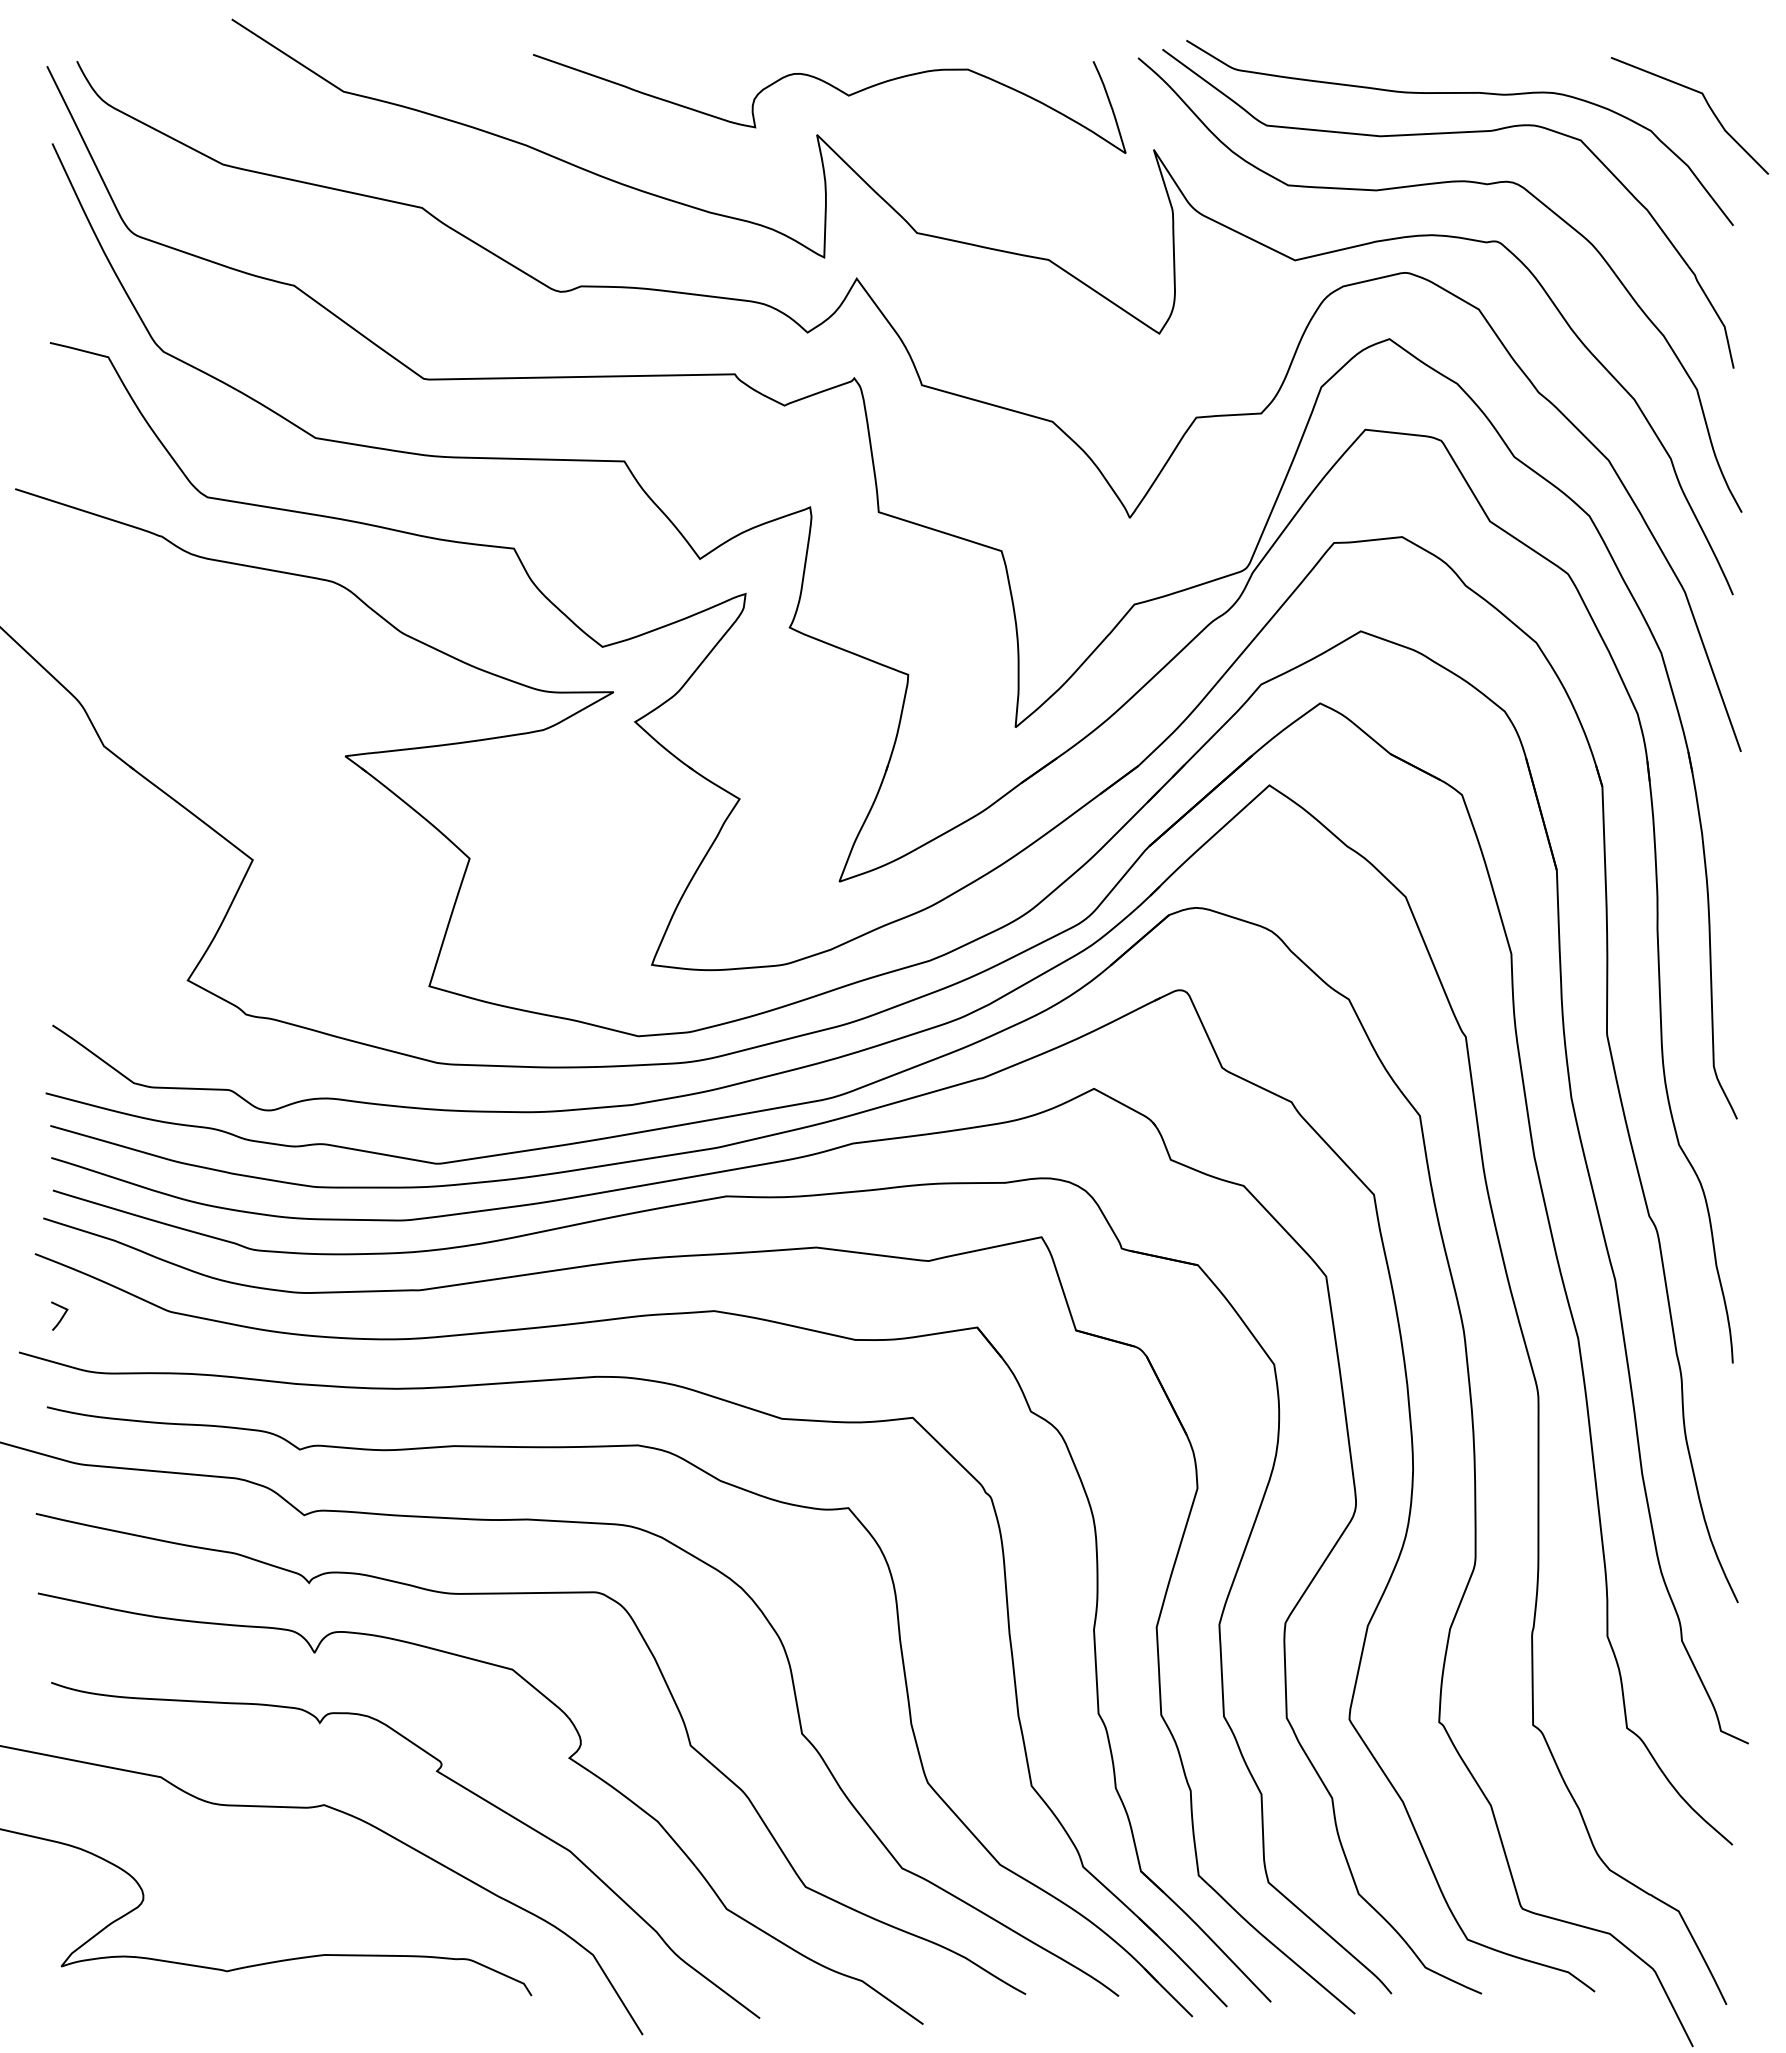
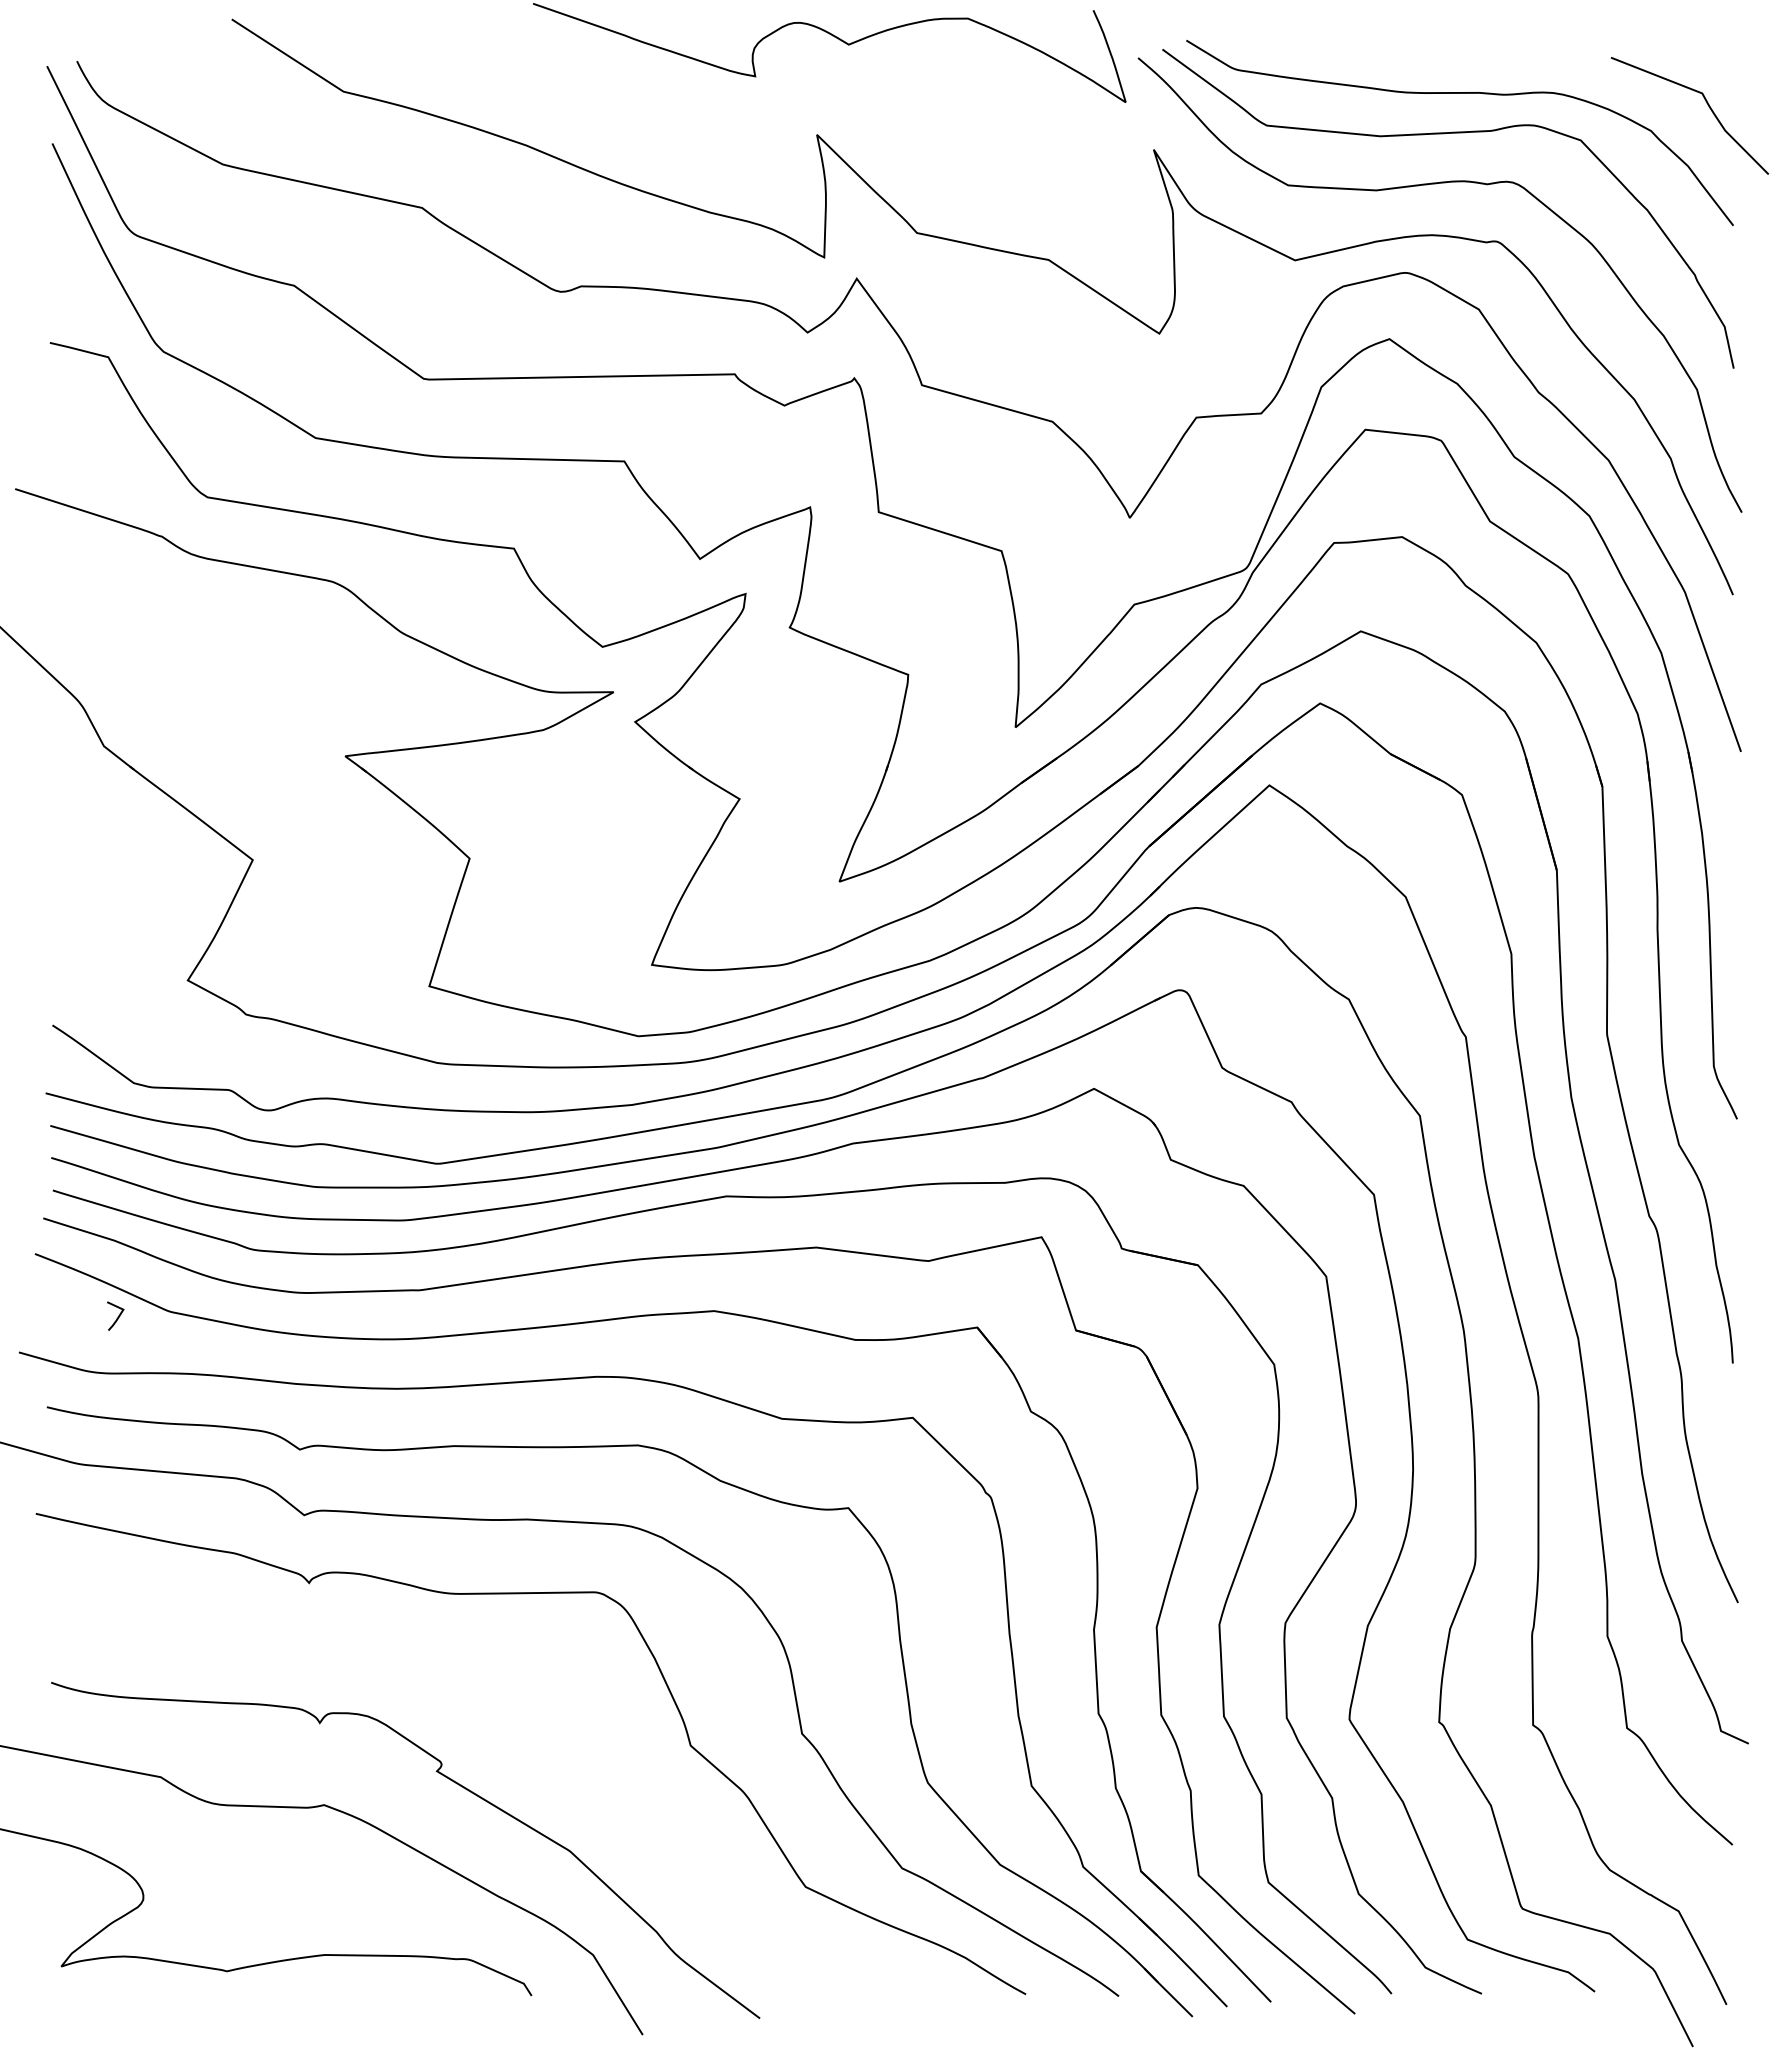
curve at (839, 91) position: (839, 91) -> (839, 40)
line at (61, 1317) position: (61, 1317) -> (117, 1317)
curve at (568, 1758): present -> none
